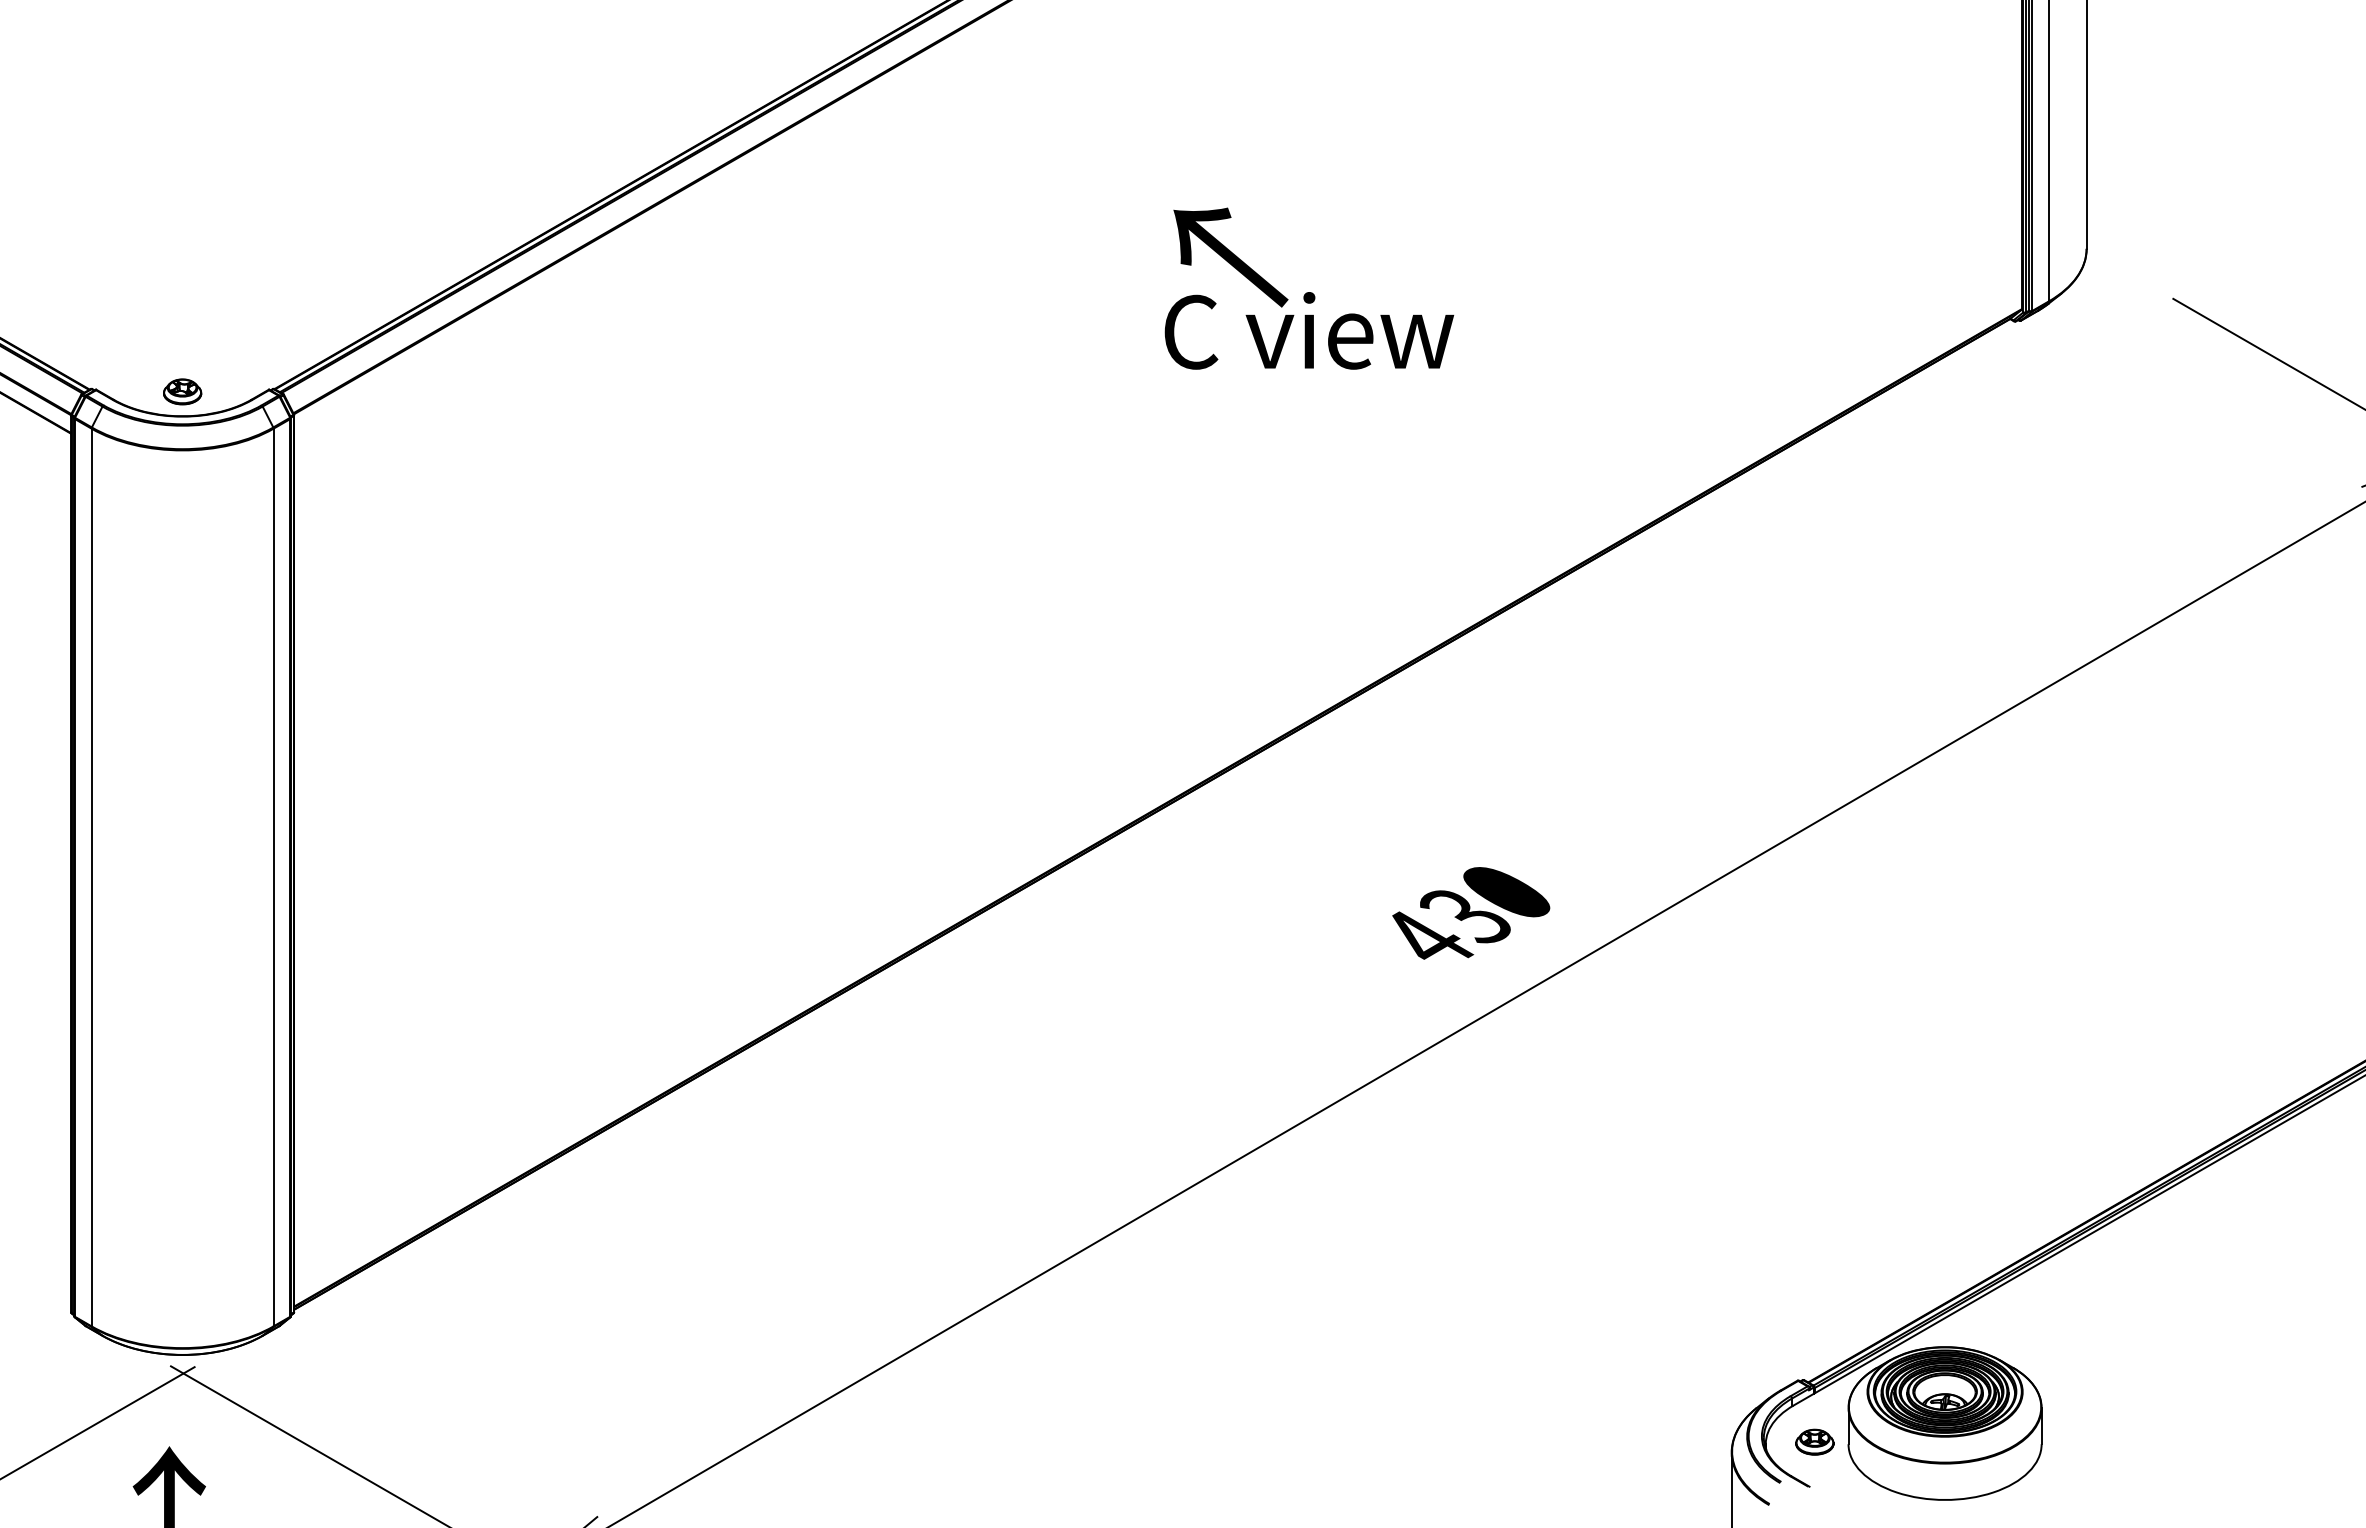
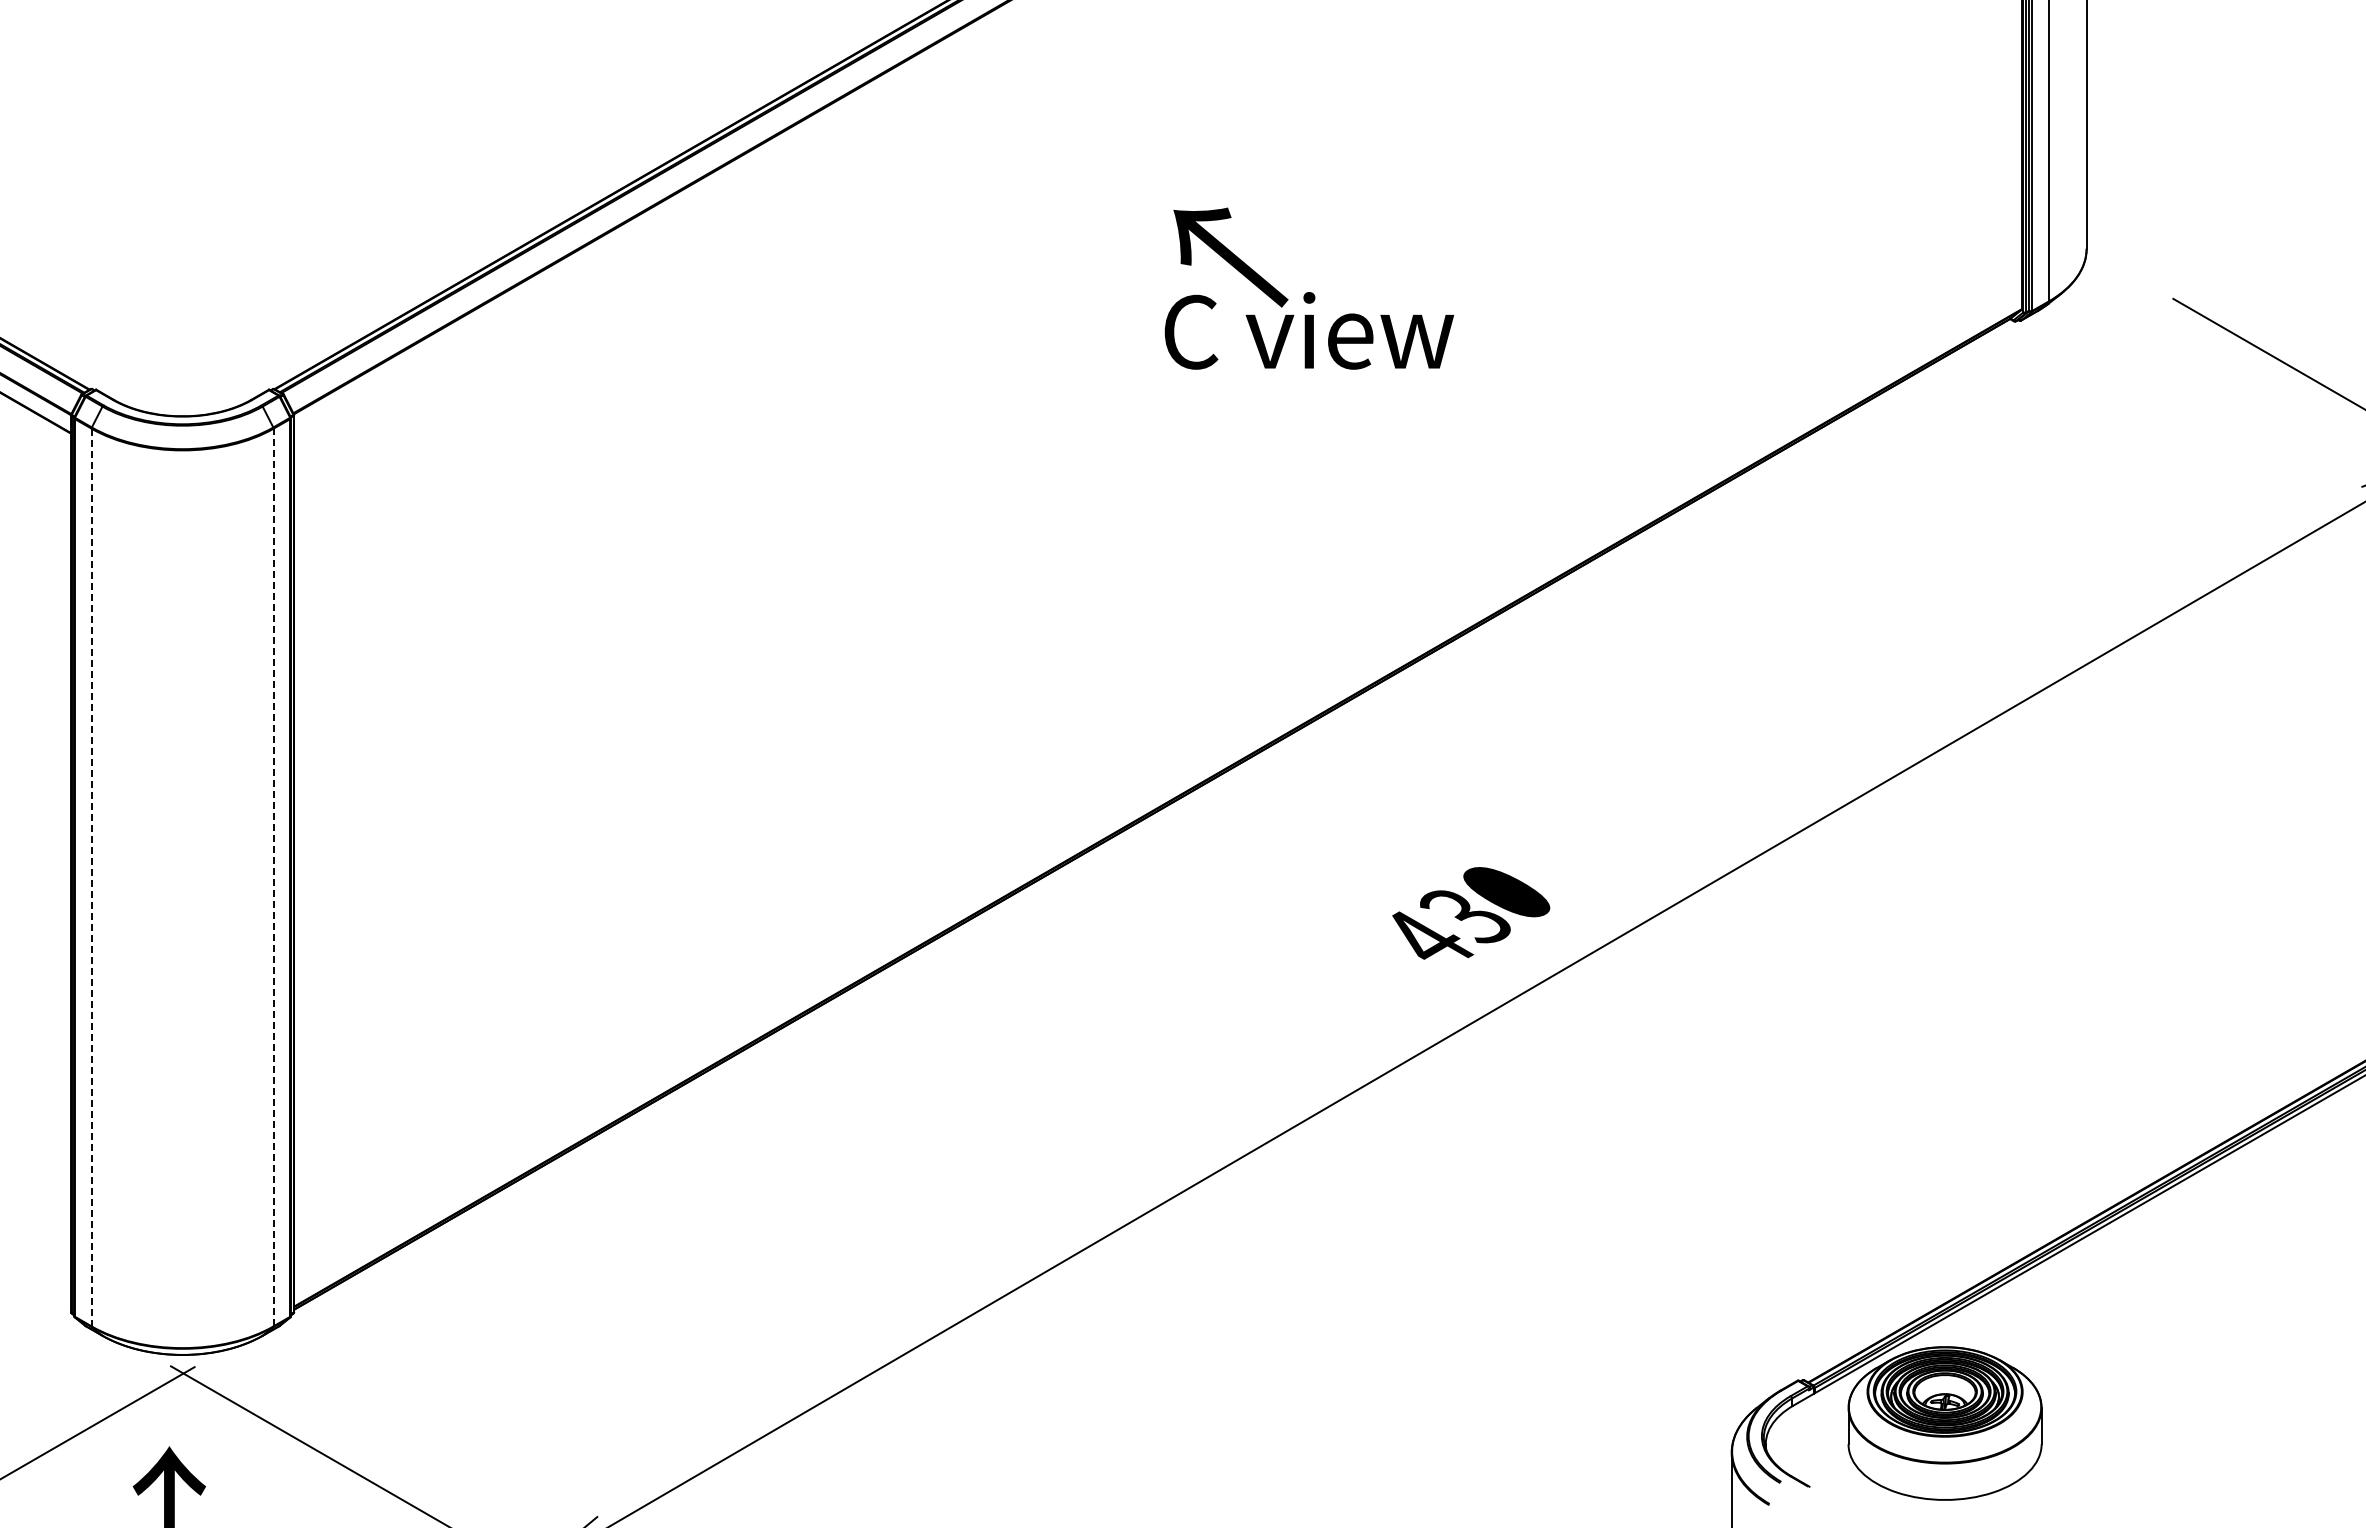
part at (182, 391): present -> none
line at (91, 877): solid -> dashed
line at (273, 877): solid -> dashed
part at (1814, 1441): present -> none
